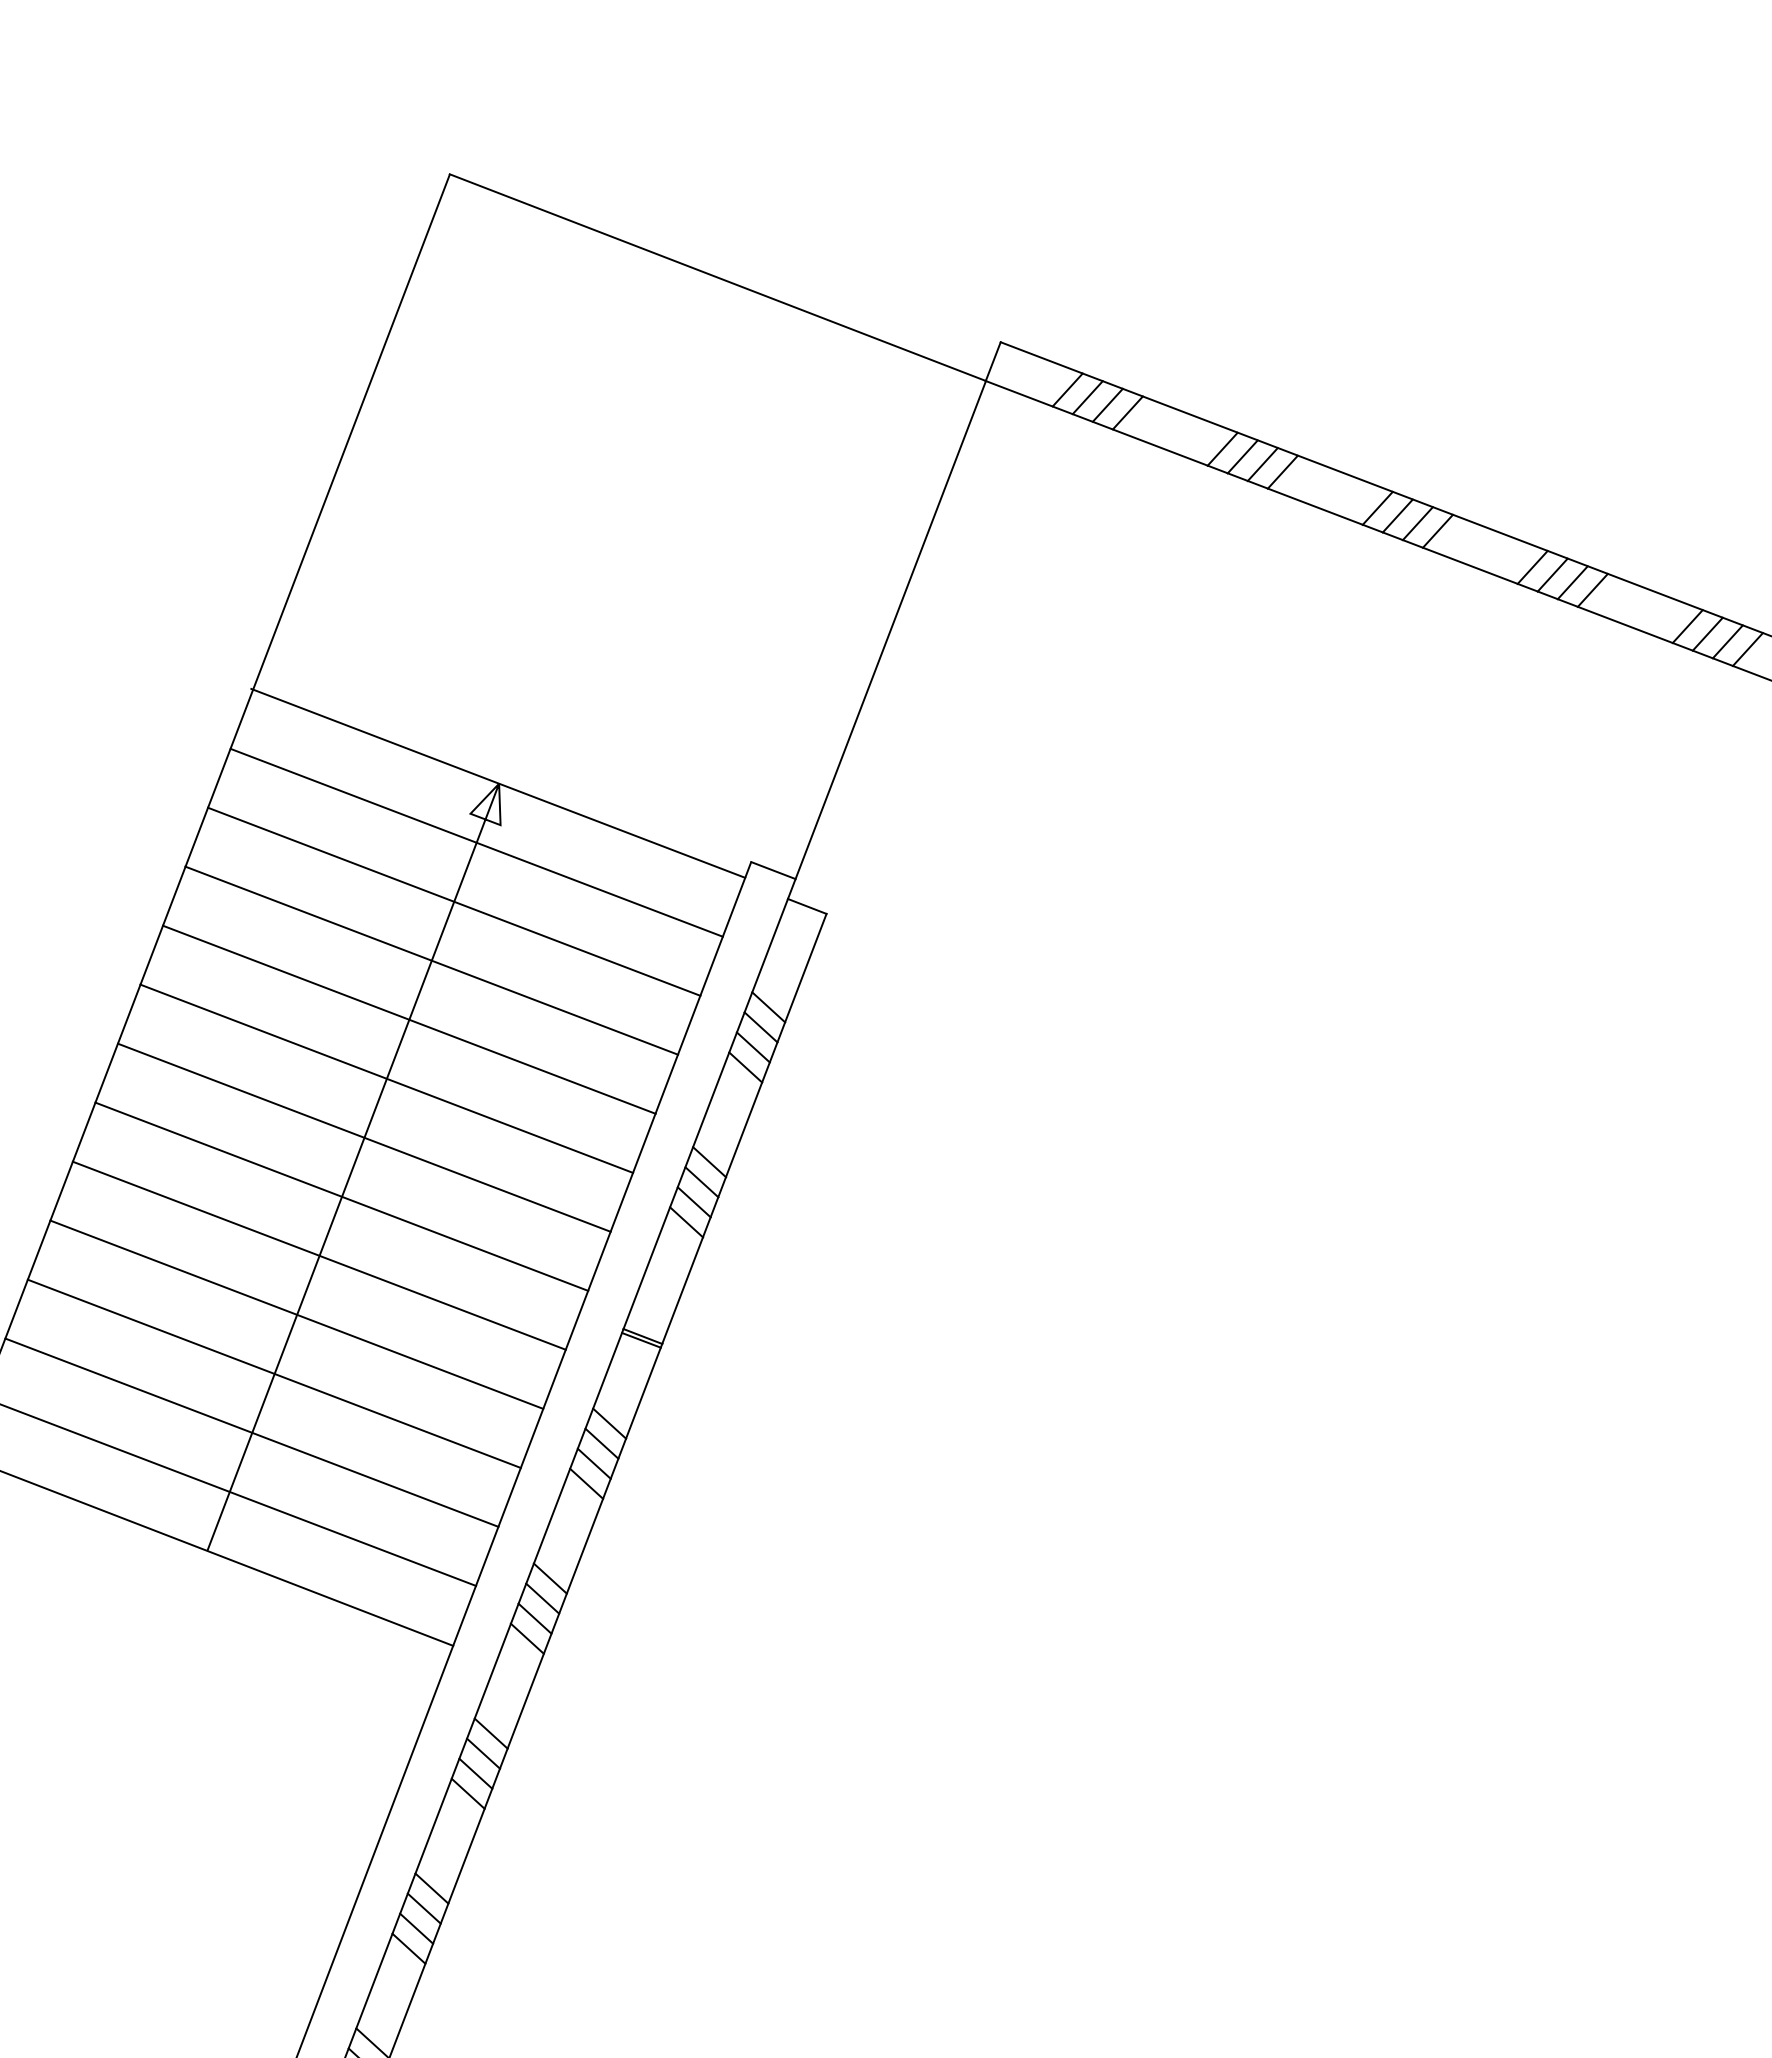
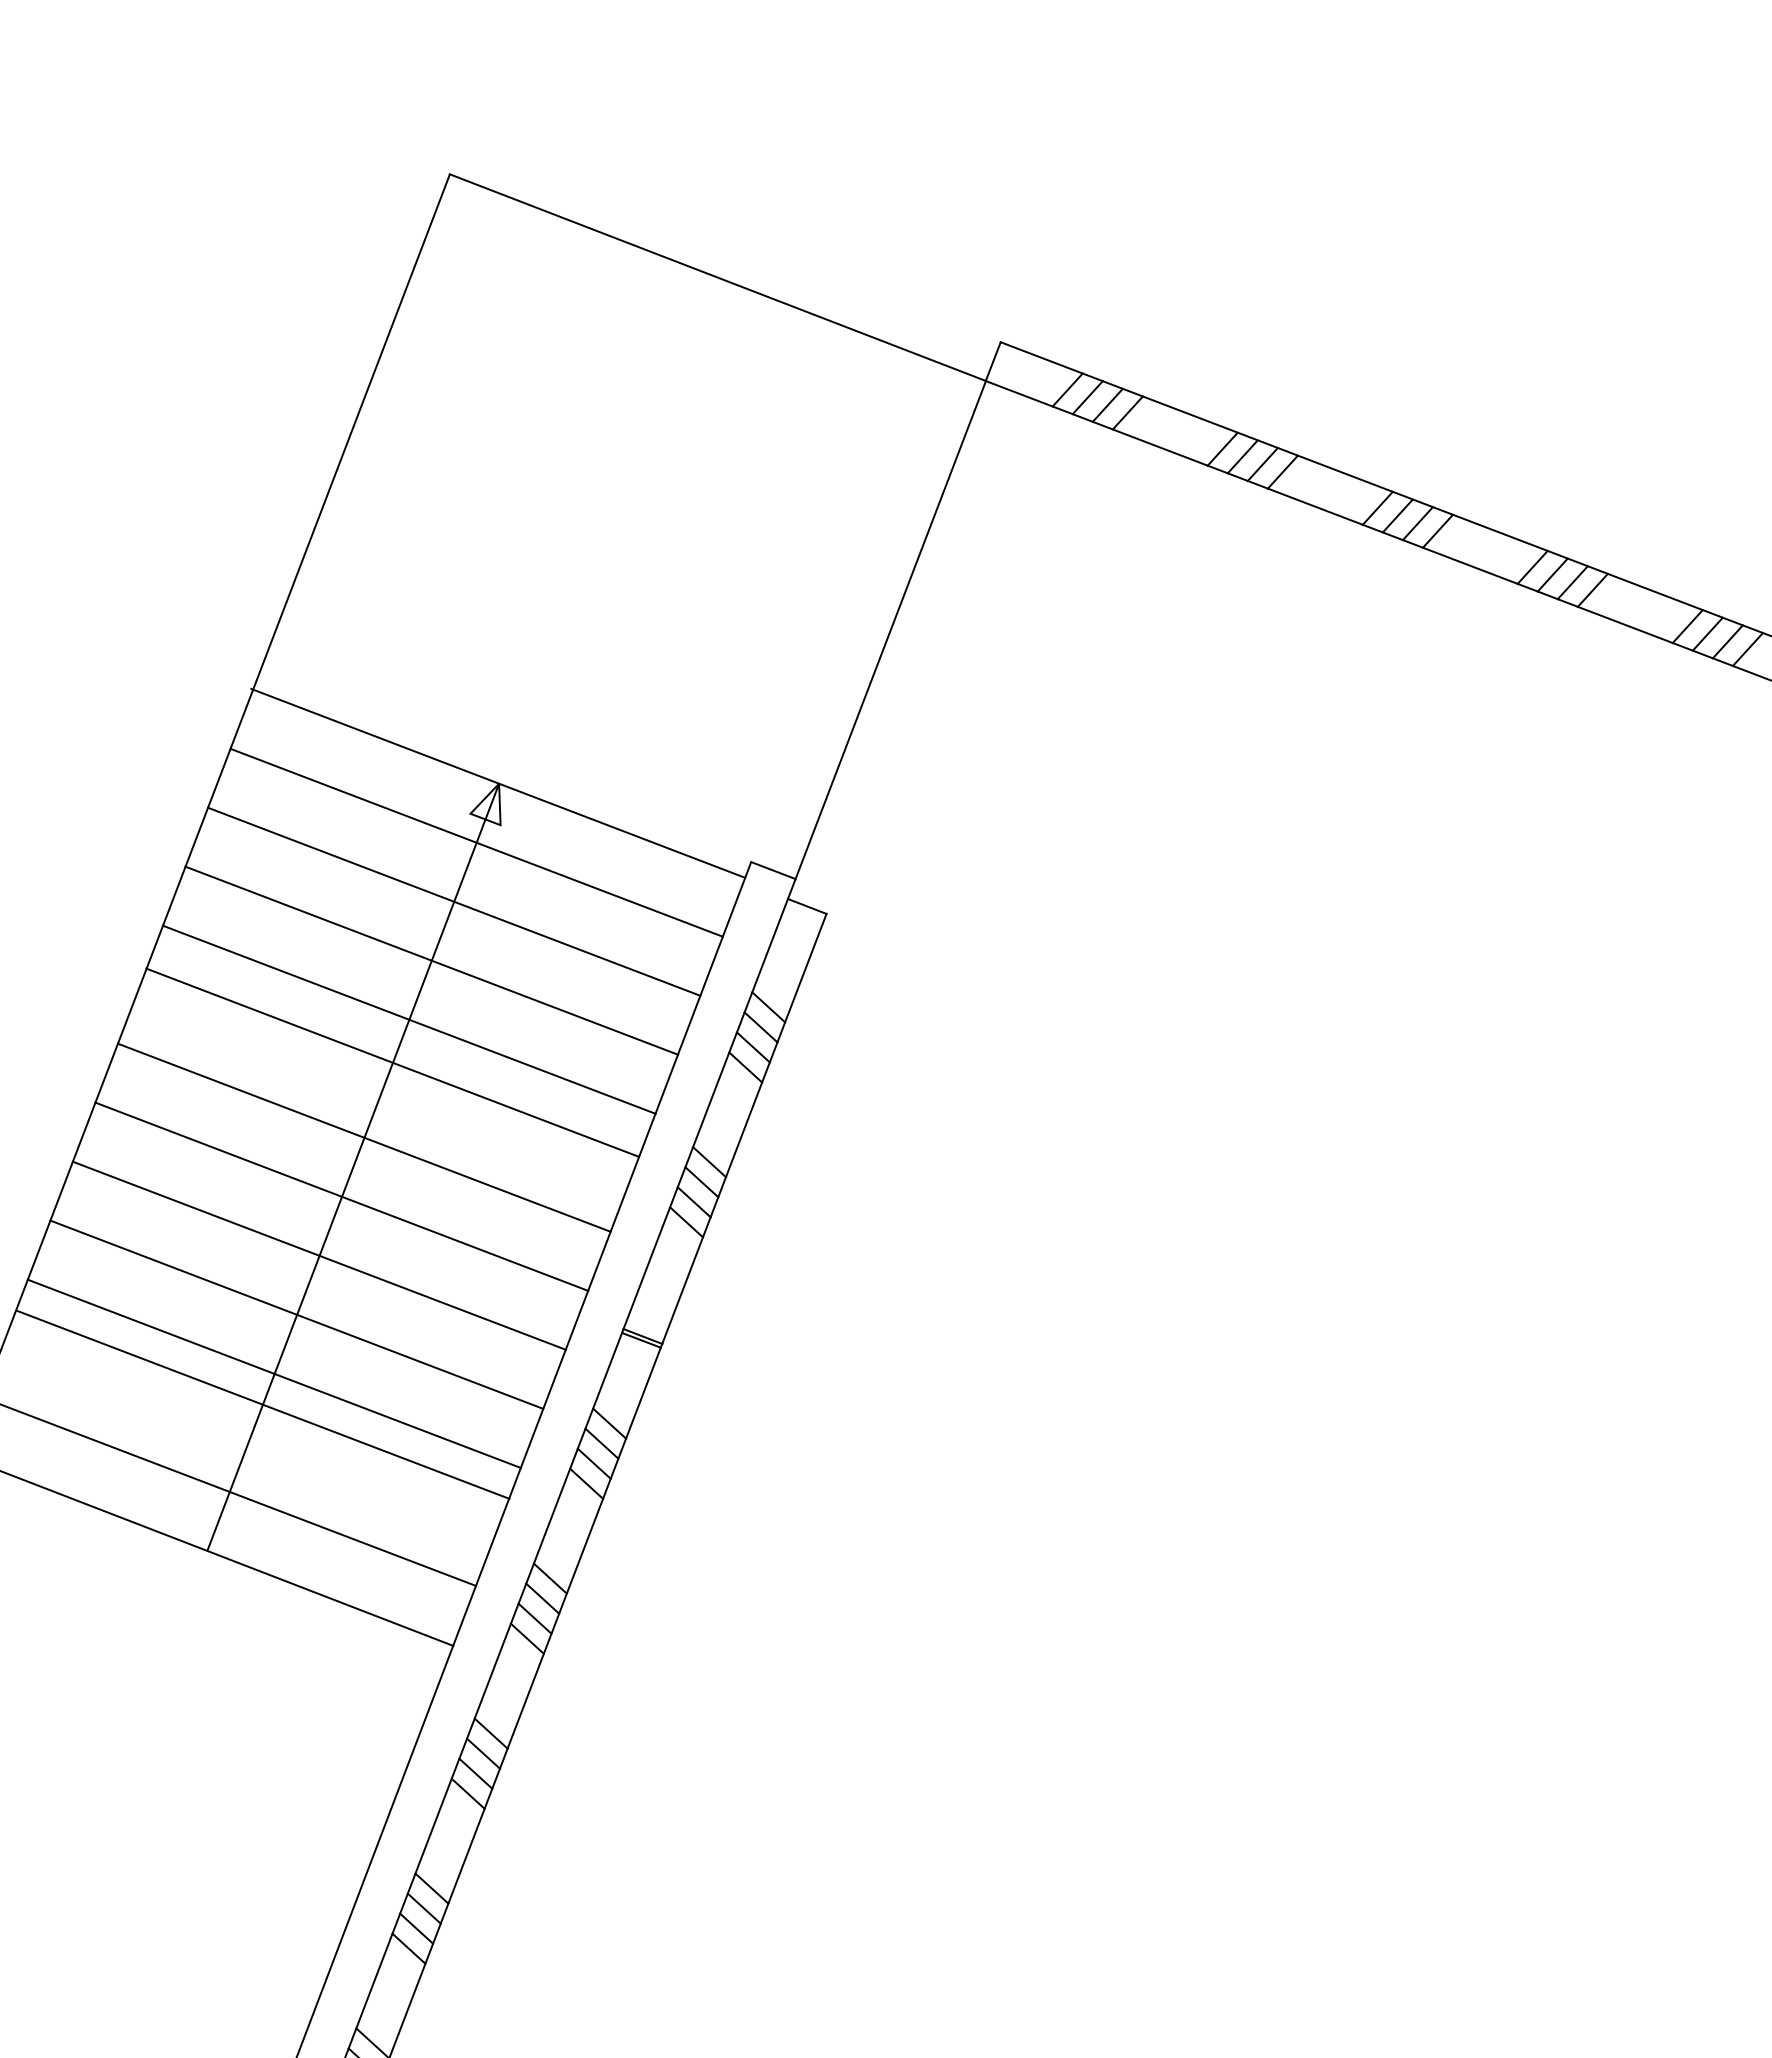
line at (386, 1078) position: (386, 1078) -> (392, 1062)
line at (251, 1432) position: (251, 1432) -> (262, 1404)
